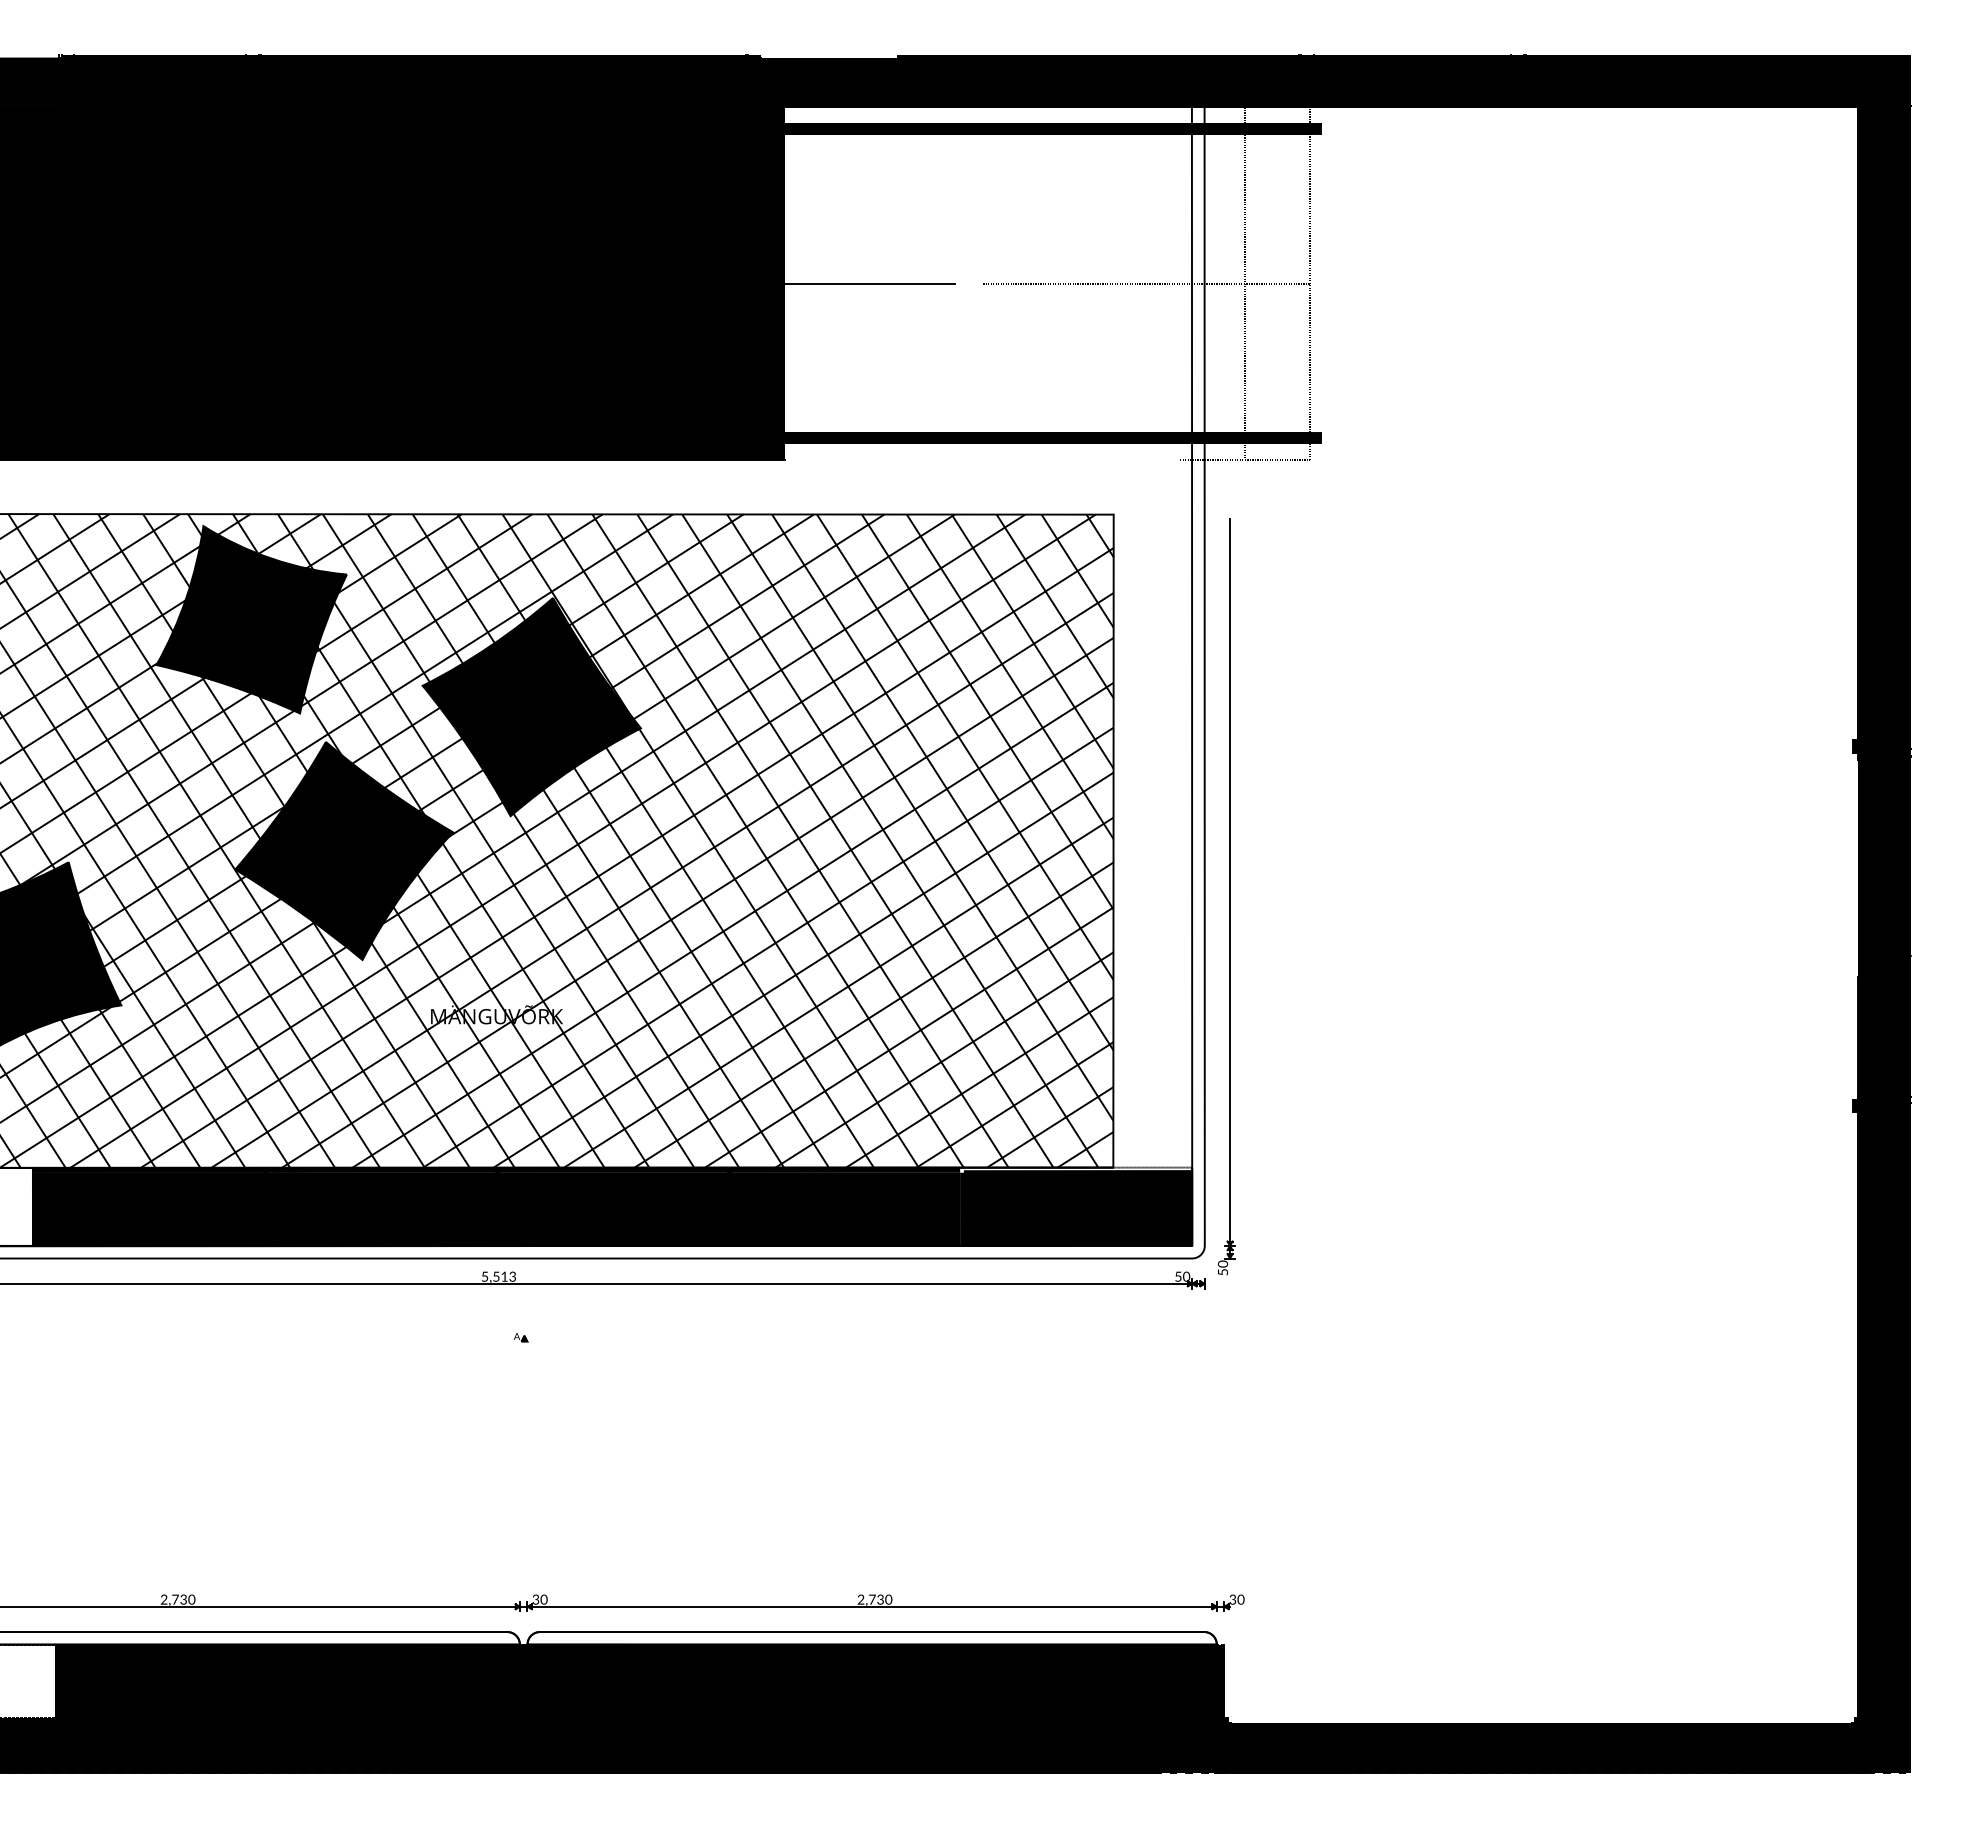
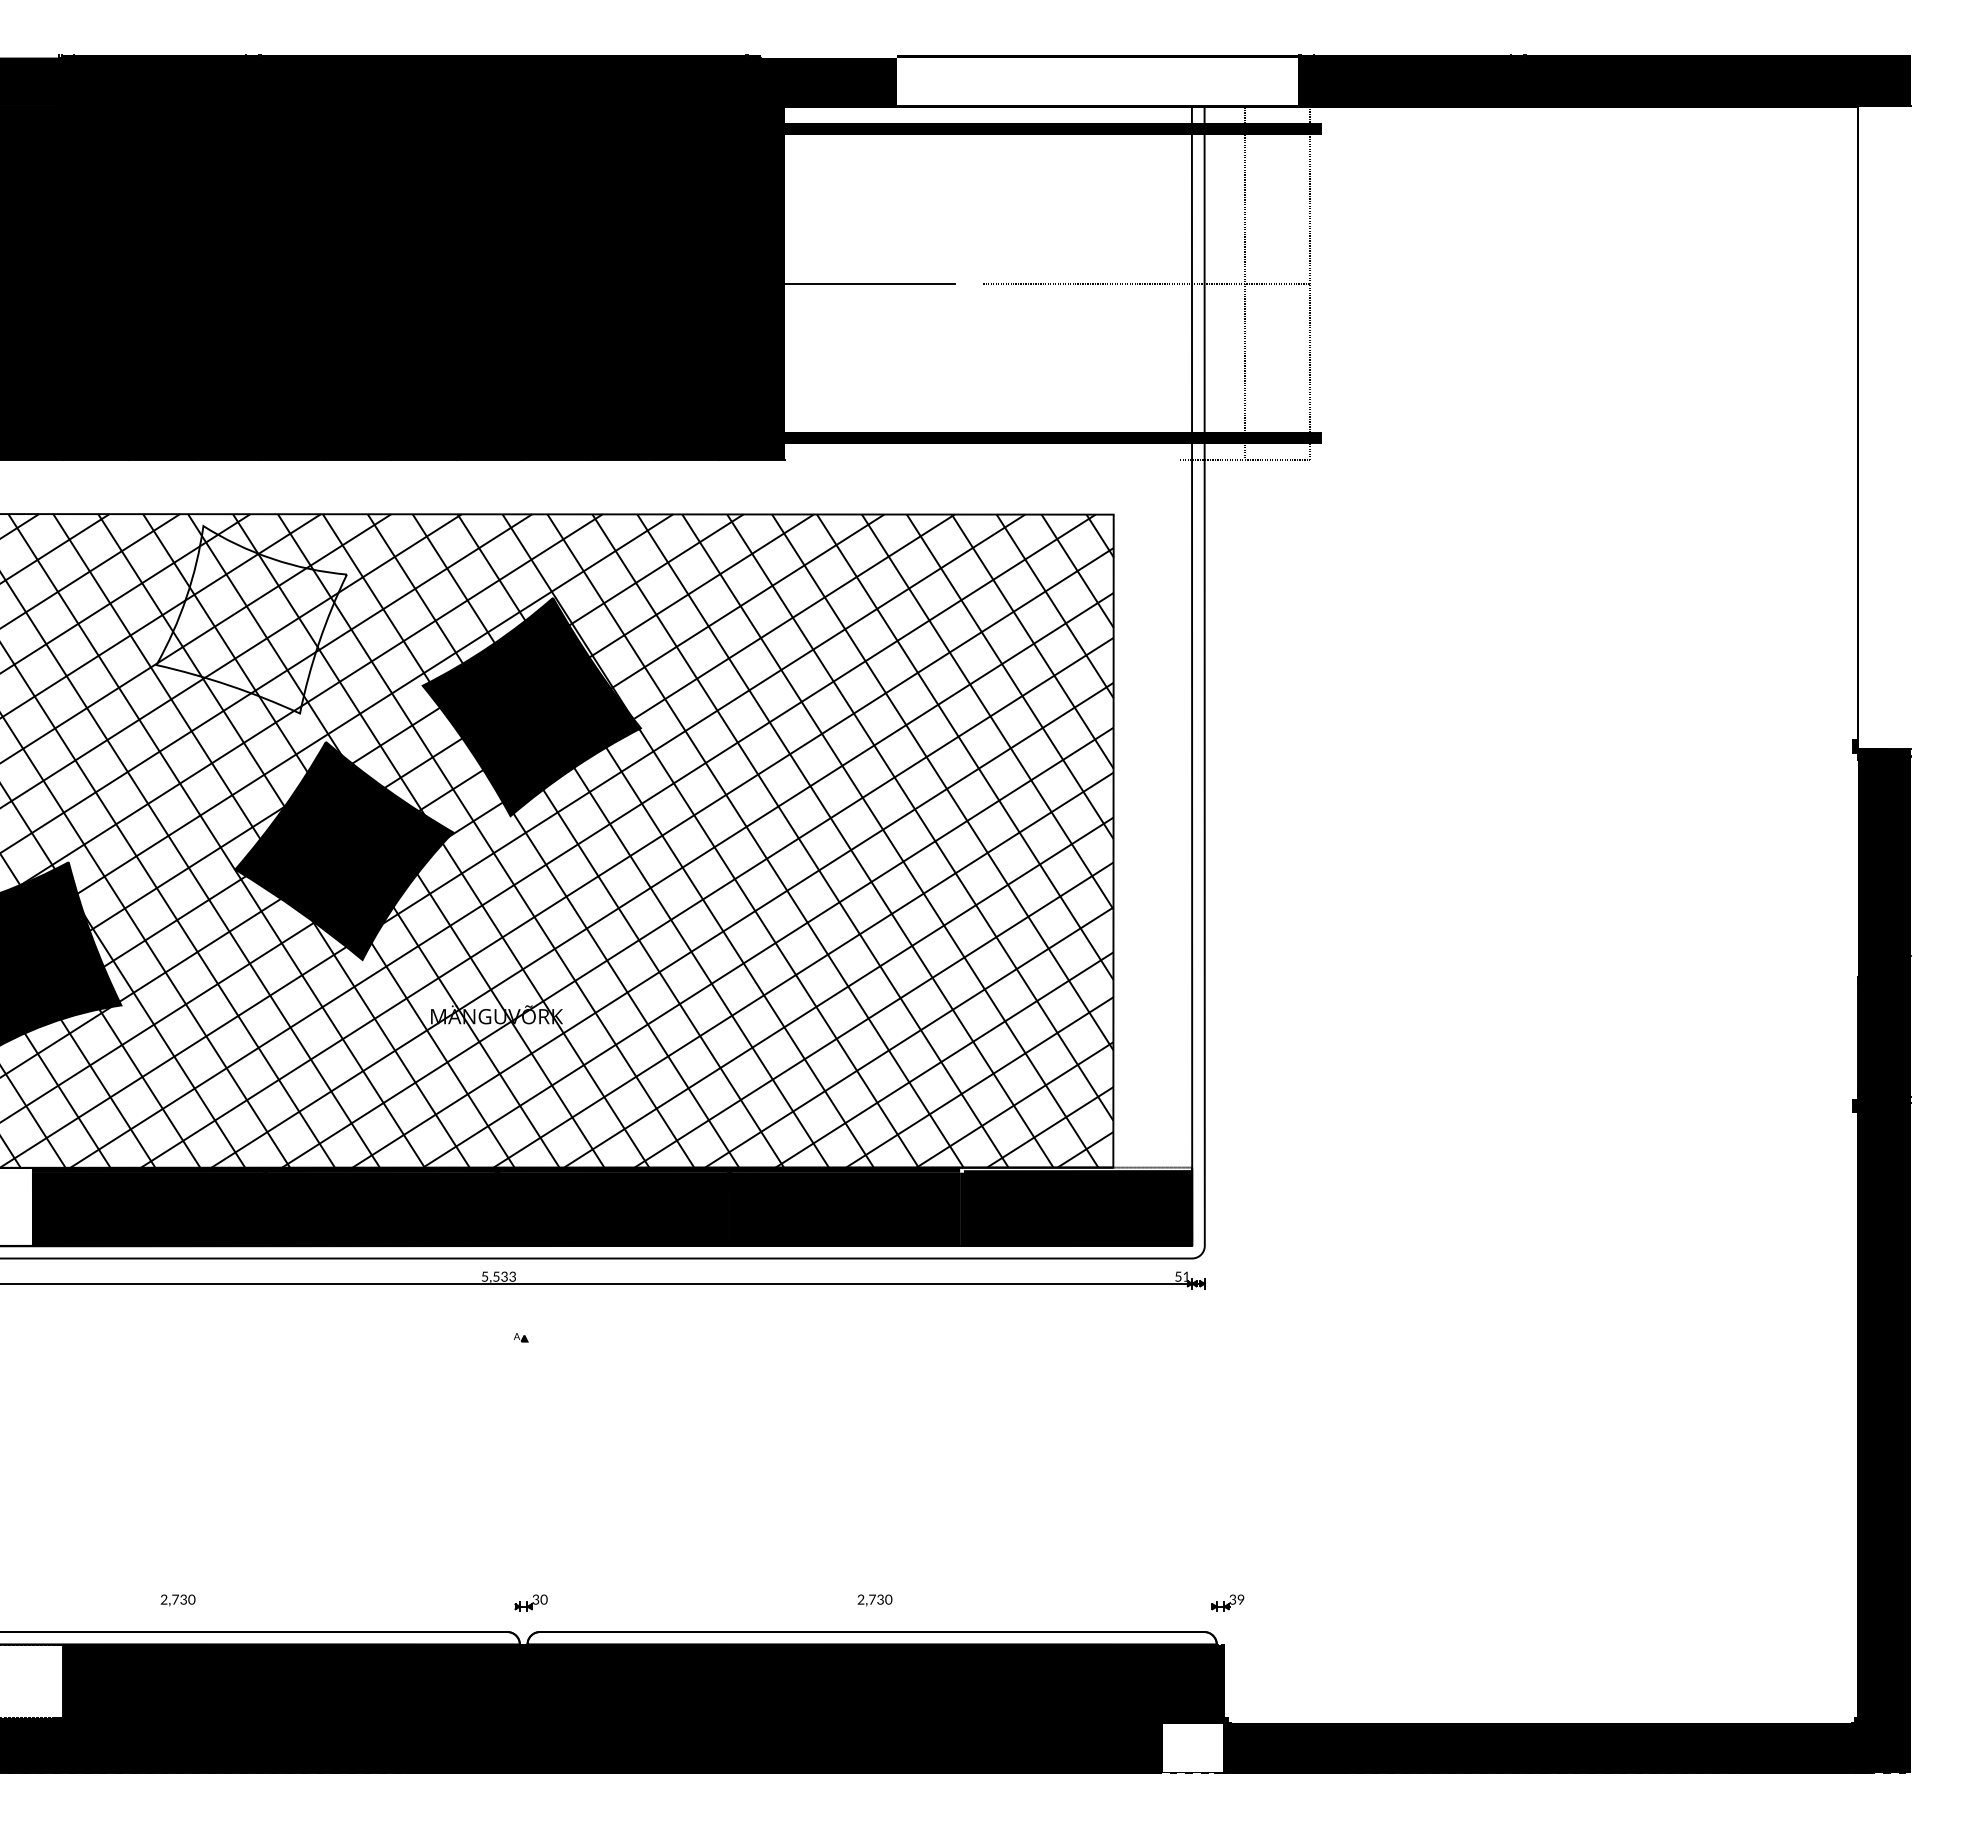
fill at (1097, 81): present -> none
fill at (1884, 427): present -> none
fill at (251, 619): present -> none
part at (1226, 896): present -> none
text at (504, 1276): 5,513 -> 5,533
text at (1186, 1276): 50 -> 51
text at (1240, 1600): 30 -> 39
line at (258, 1606): present -> none
line at (871, 1606): present -> none
fill at (58, 1680): present -> none
fill at (1192, 1748): present -> none
